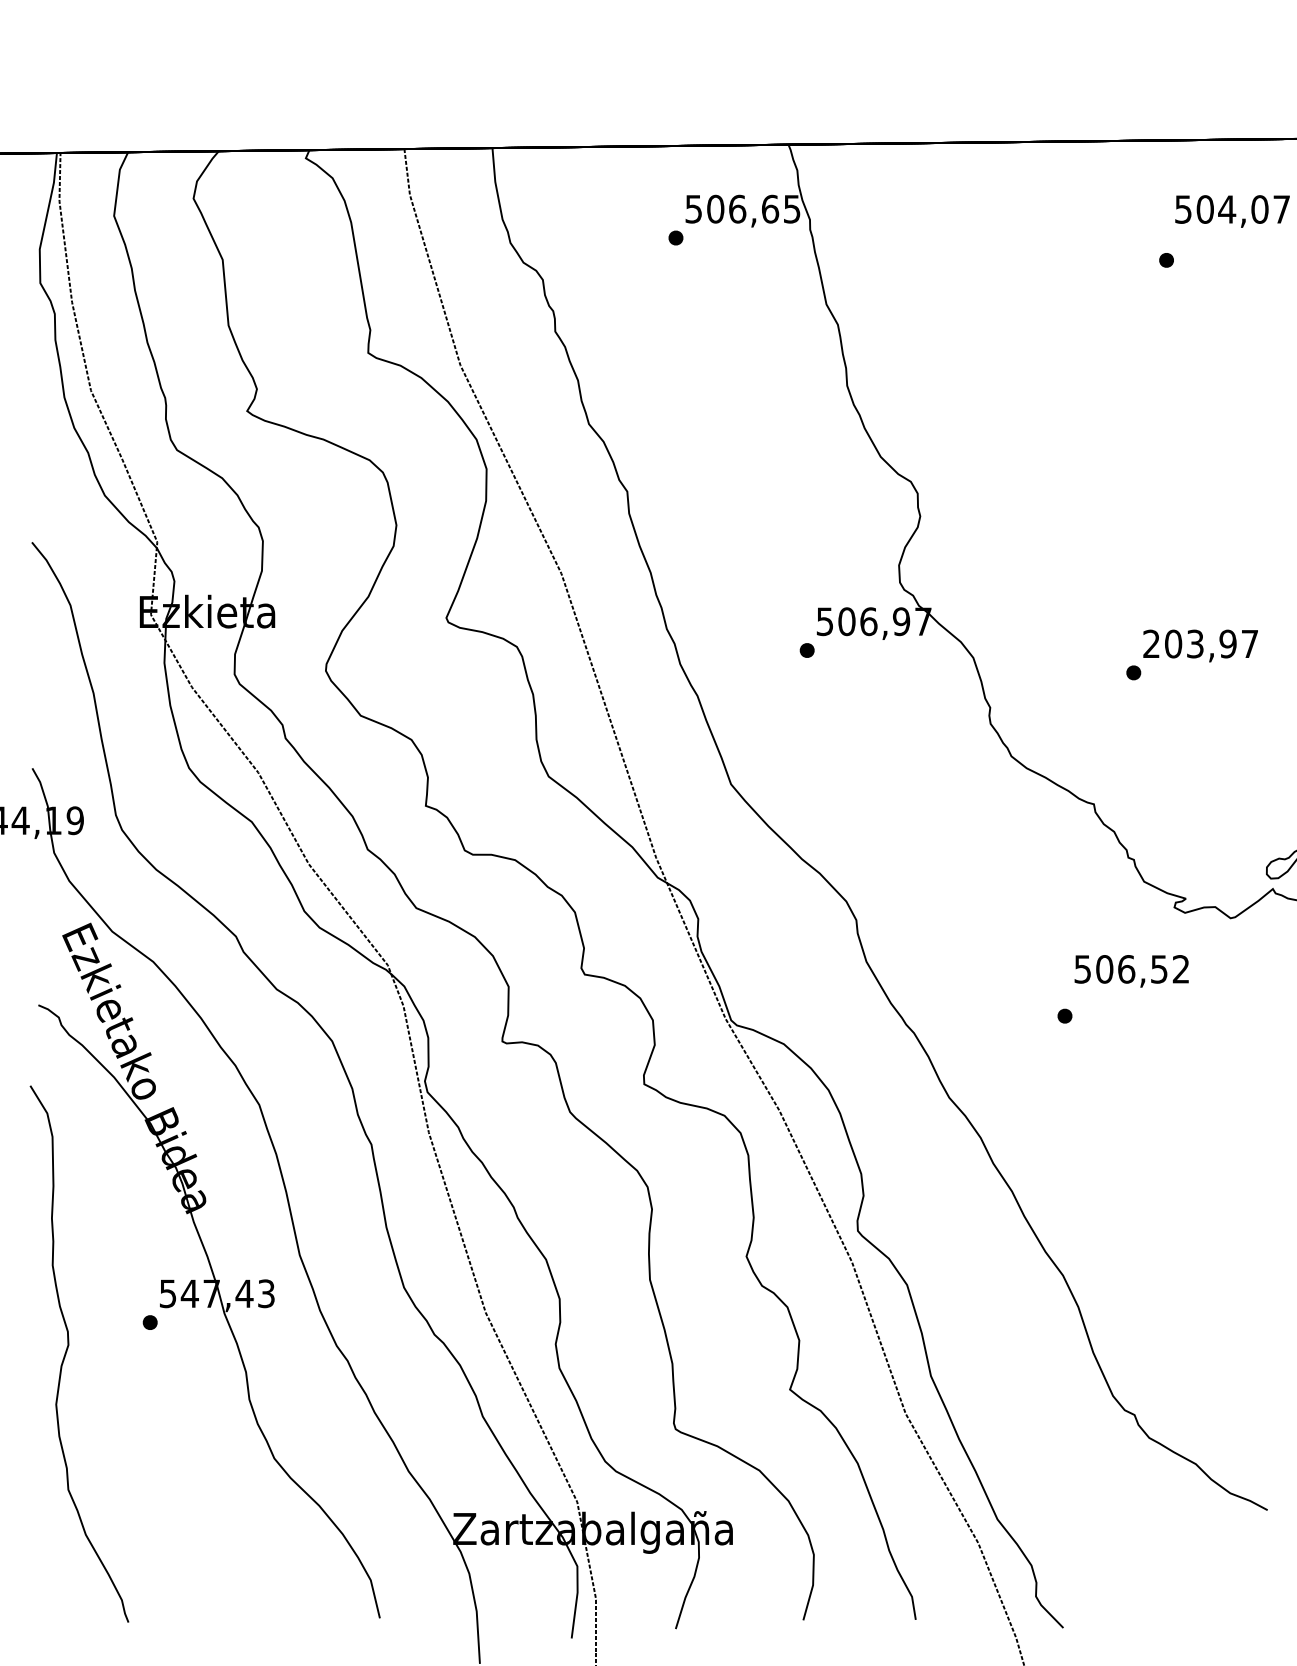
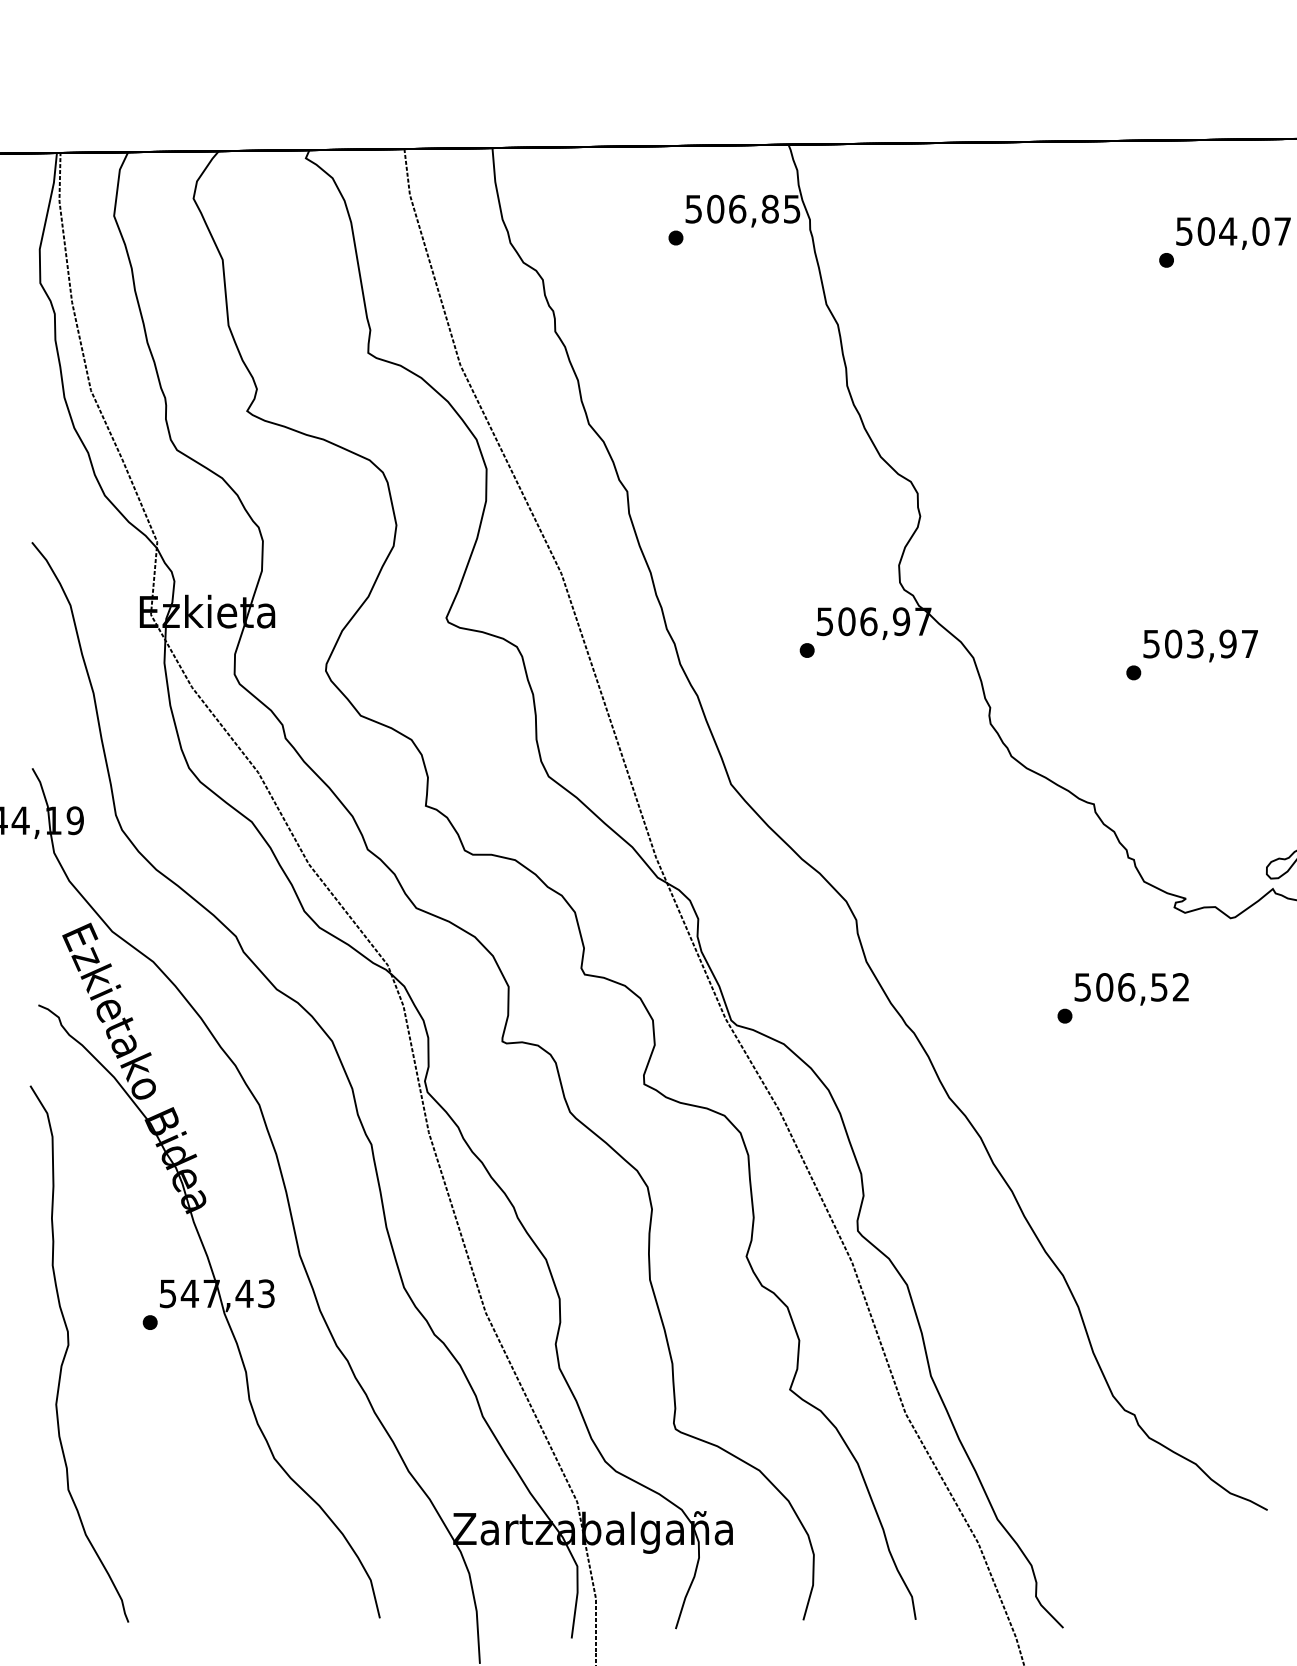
text at (770, 208): 506,65 -> 506,85
text at (1232, 211) position: (1232, 211) -> (1233, 233)
text at (1151, 643): 203,97 -> 503,97
text at (1131, 971) position: (1131, 971) -> (1131, 989)
